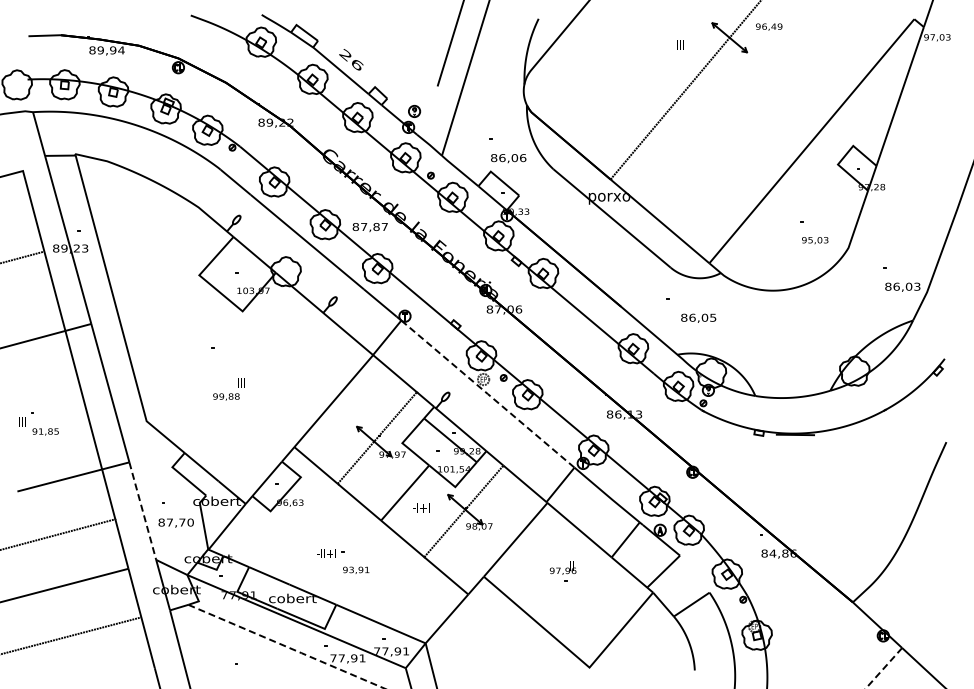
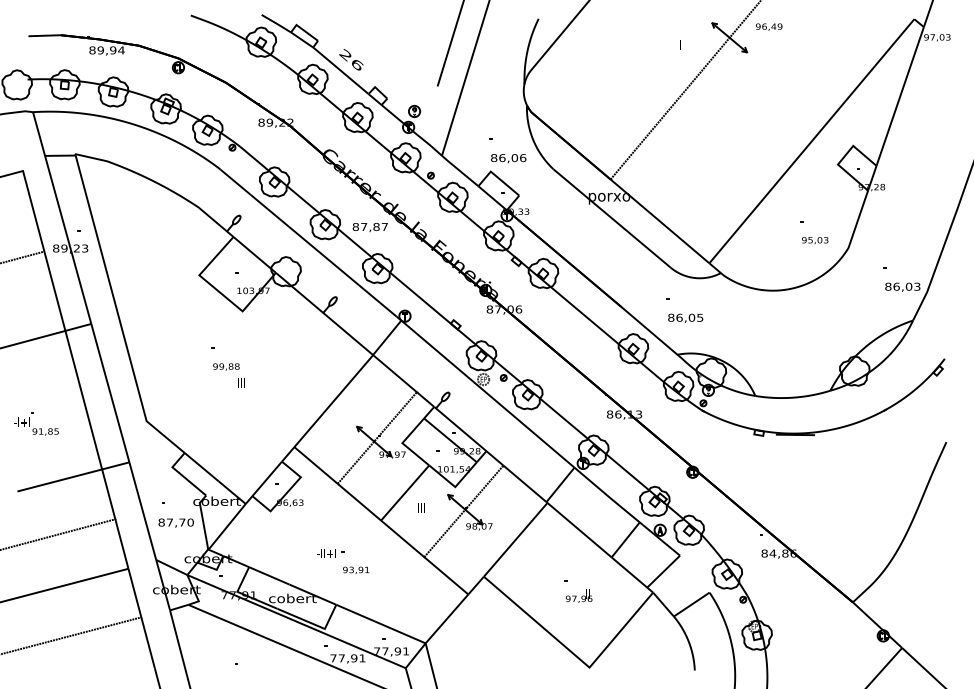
text at (680, 44): III -> I
text at (698, 317) position: (698, 317) -> (685, 317)
line at (487, 394): dashed -> solid
text at (226, 396) position: (226, 396) -> (226, 366)
text at (21, 421): III -> -I+I
text at (421, 507): -I+I -> III
line at (142, 511): dashed -> solid
text at (562, 567) position: (562, 567) -> (578, 595)
line at (287, 646): dashed -> solid
line at (883, 668): dashed -> solid
